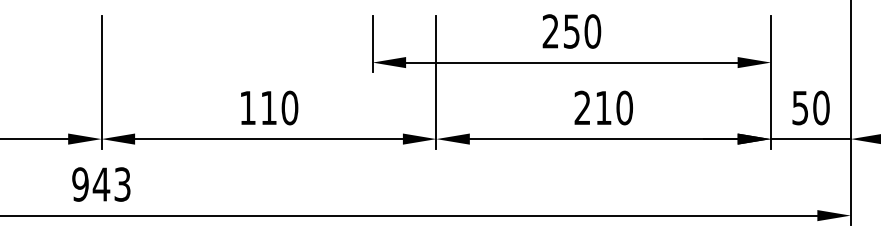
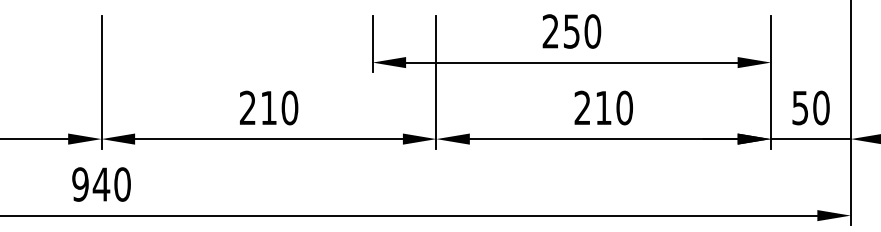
text at (247, 107): 110 -> 210
text at (122, 184): 943 -> 940
